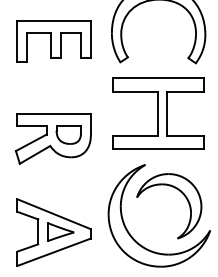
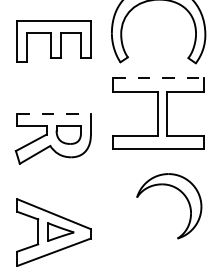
line at (159, 77): solid -> dashed
line at (54, 113): solid -> dashed
part at (134, 238): present -> none
